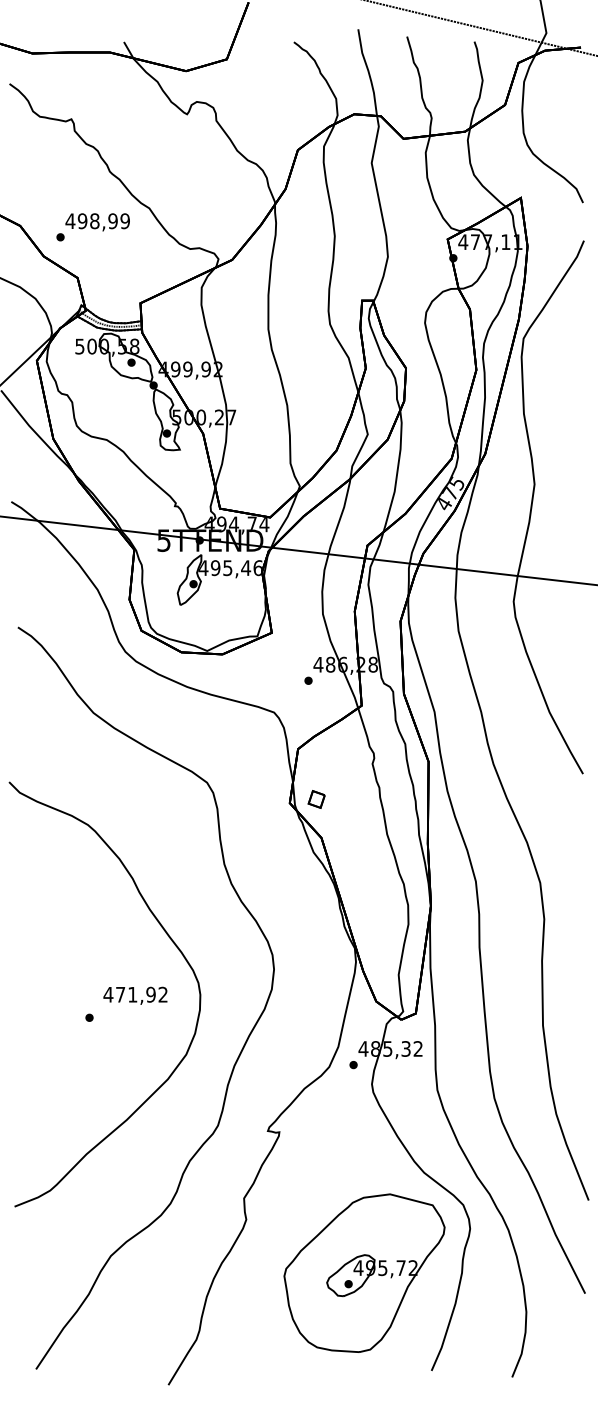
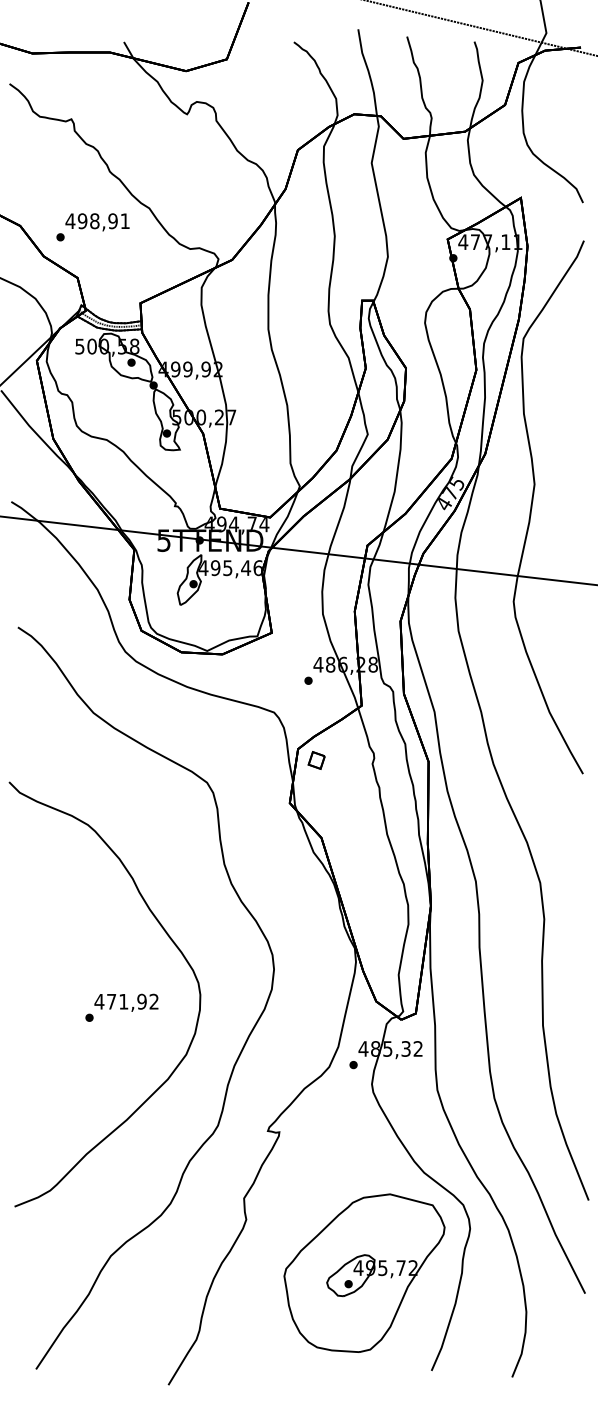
text at (124, 221): 498,99 -> 498,91
part at (316, 799) position: (316, 799) -> (316, 760)
text at (135, 995) position: (135, 995) -> (126, 1002)
